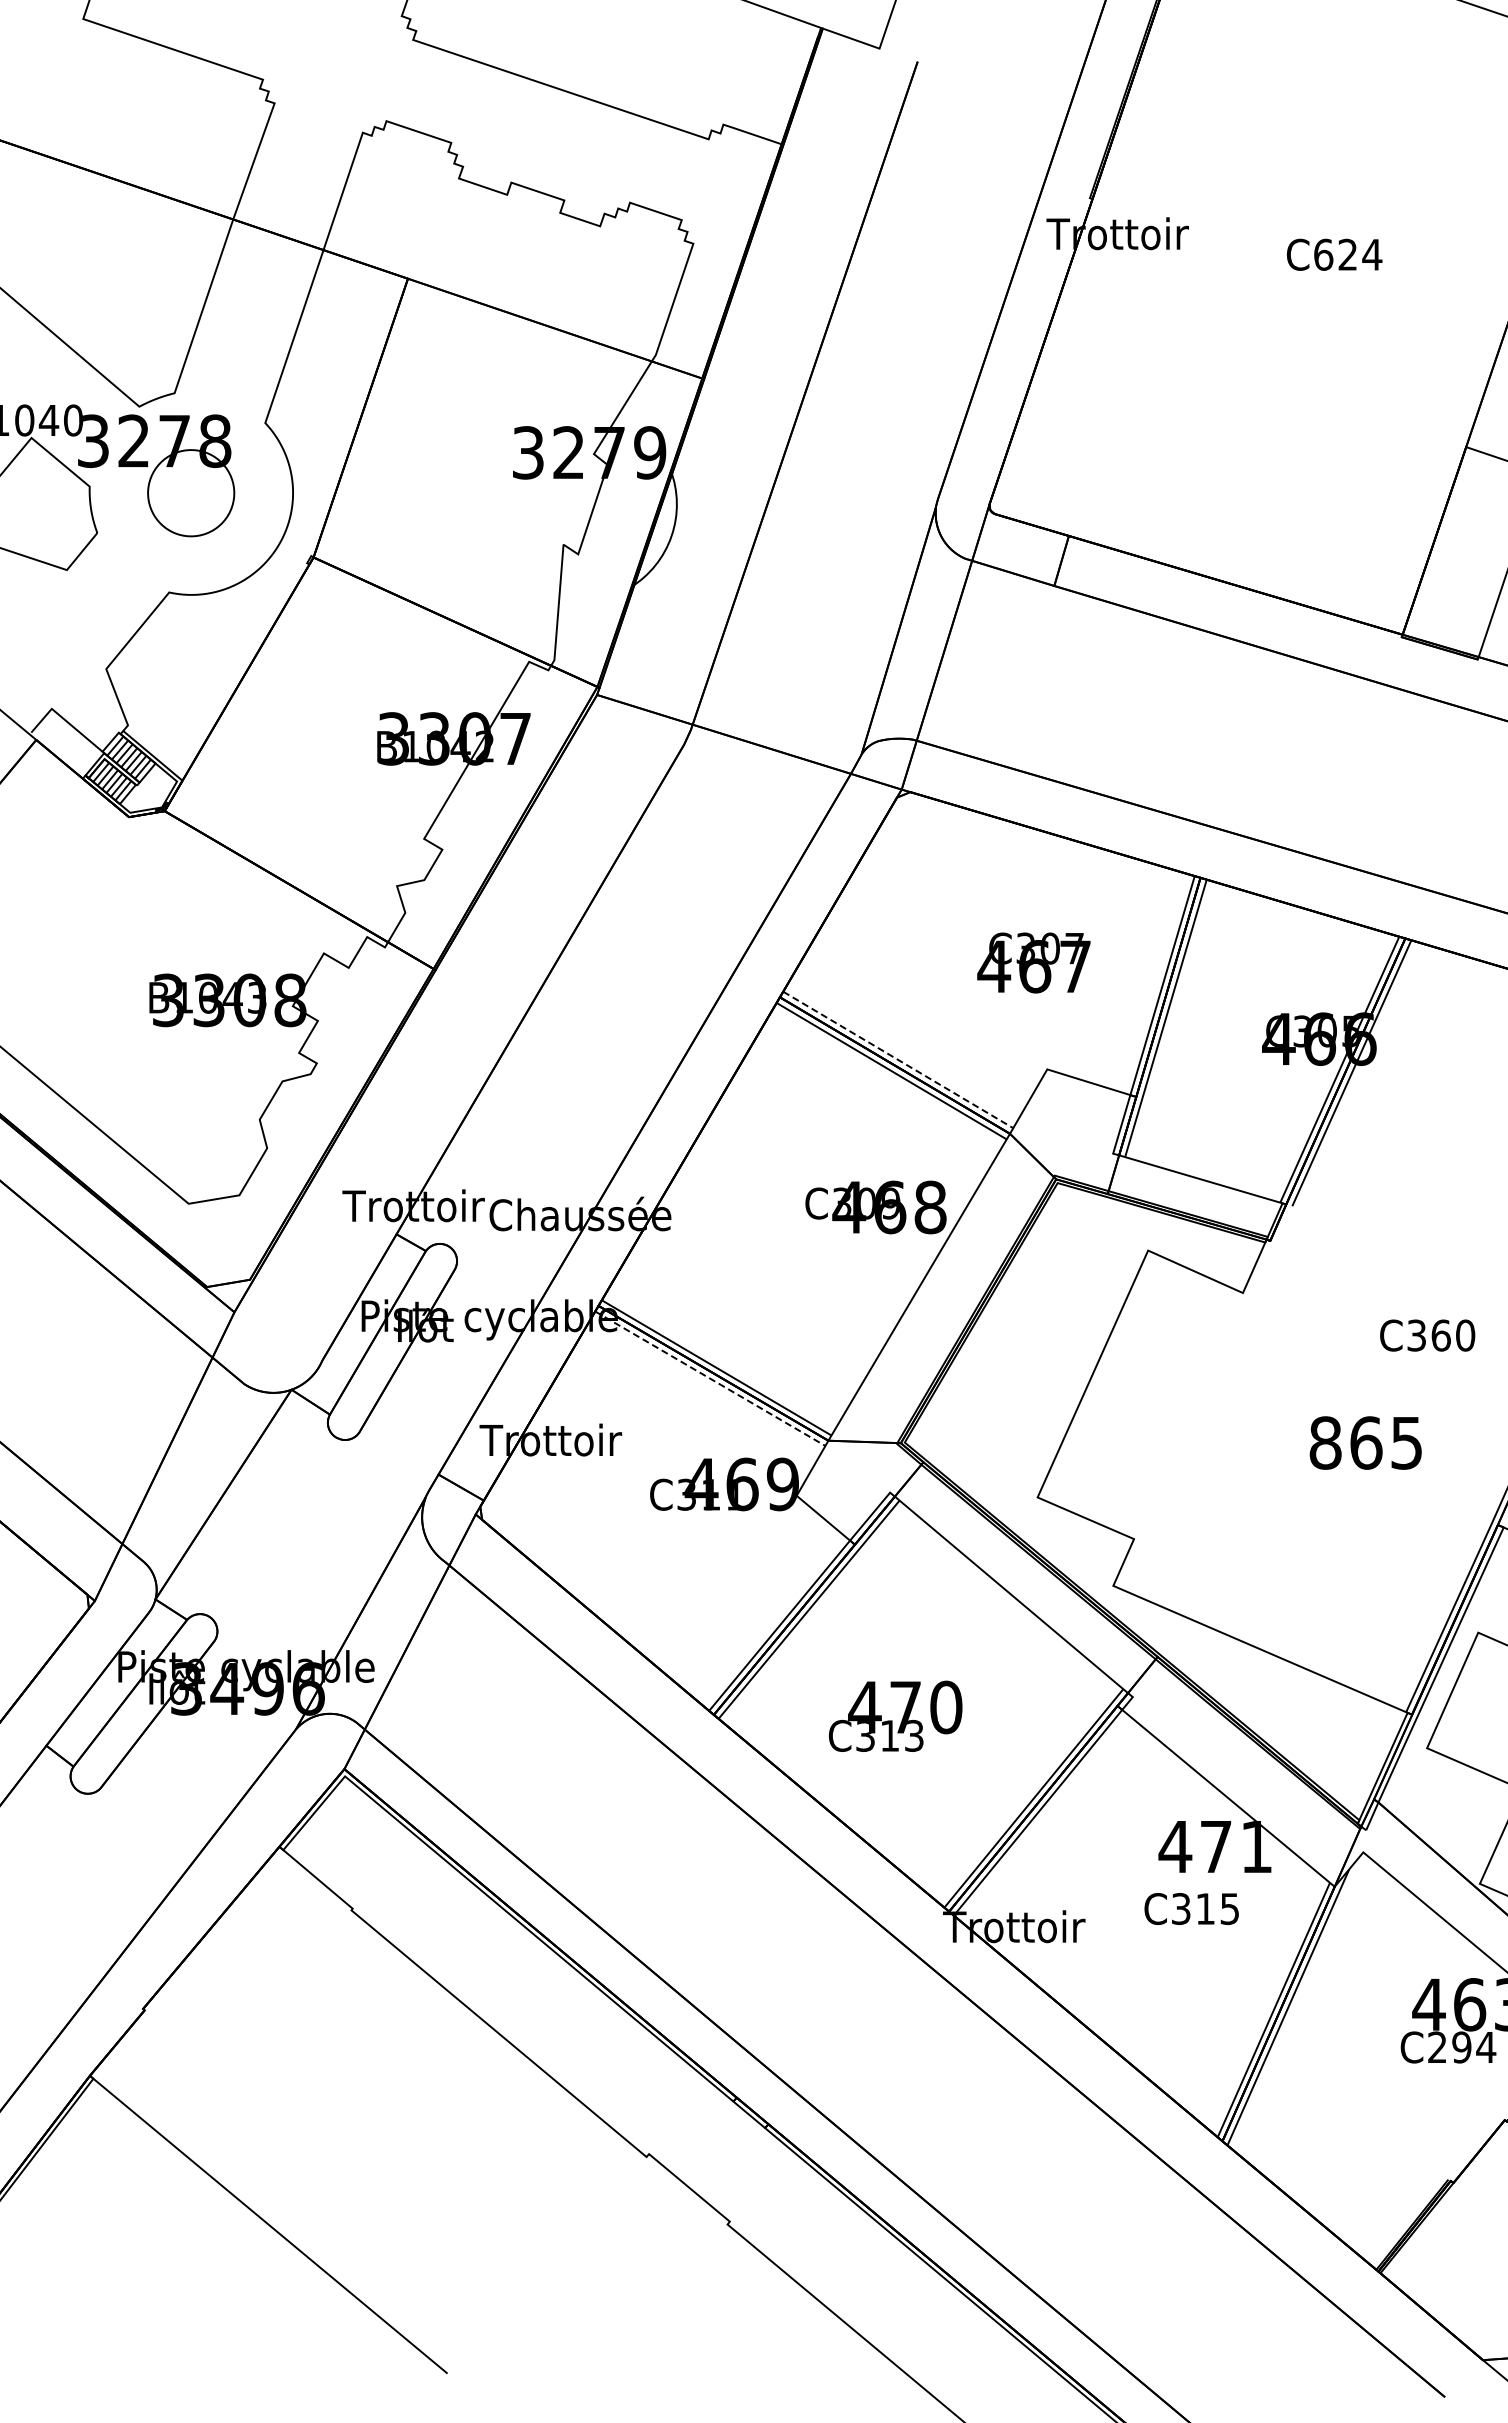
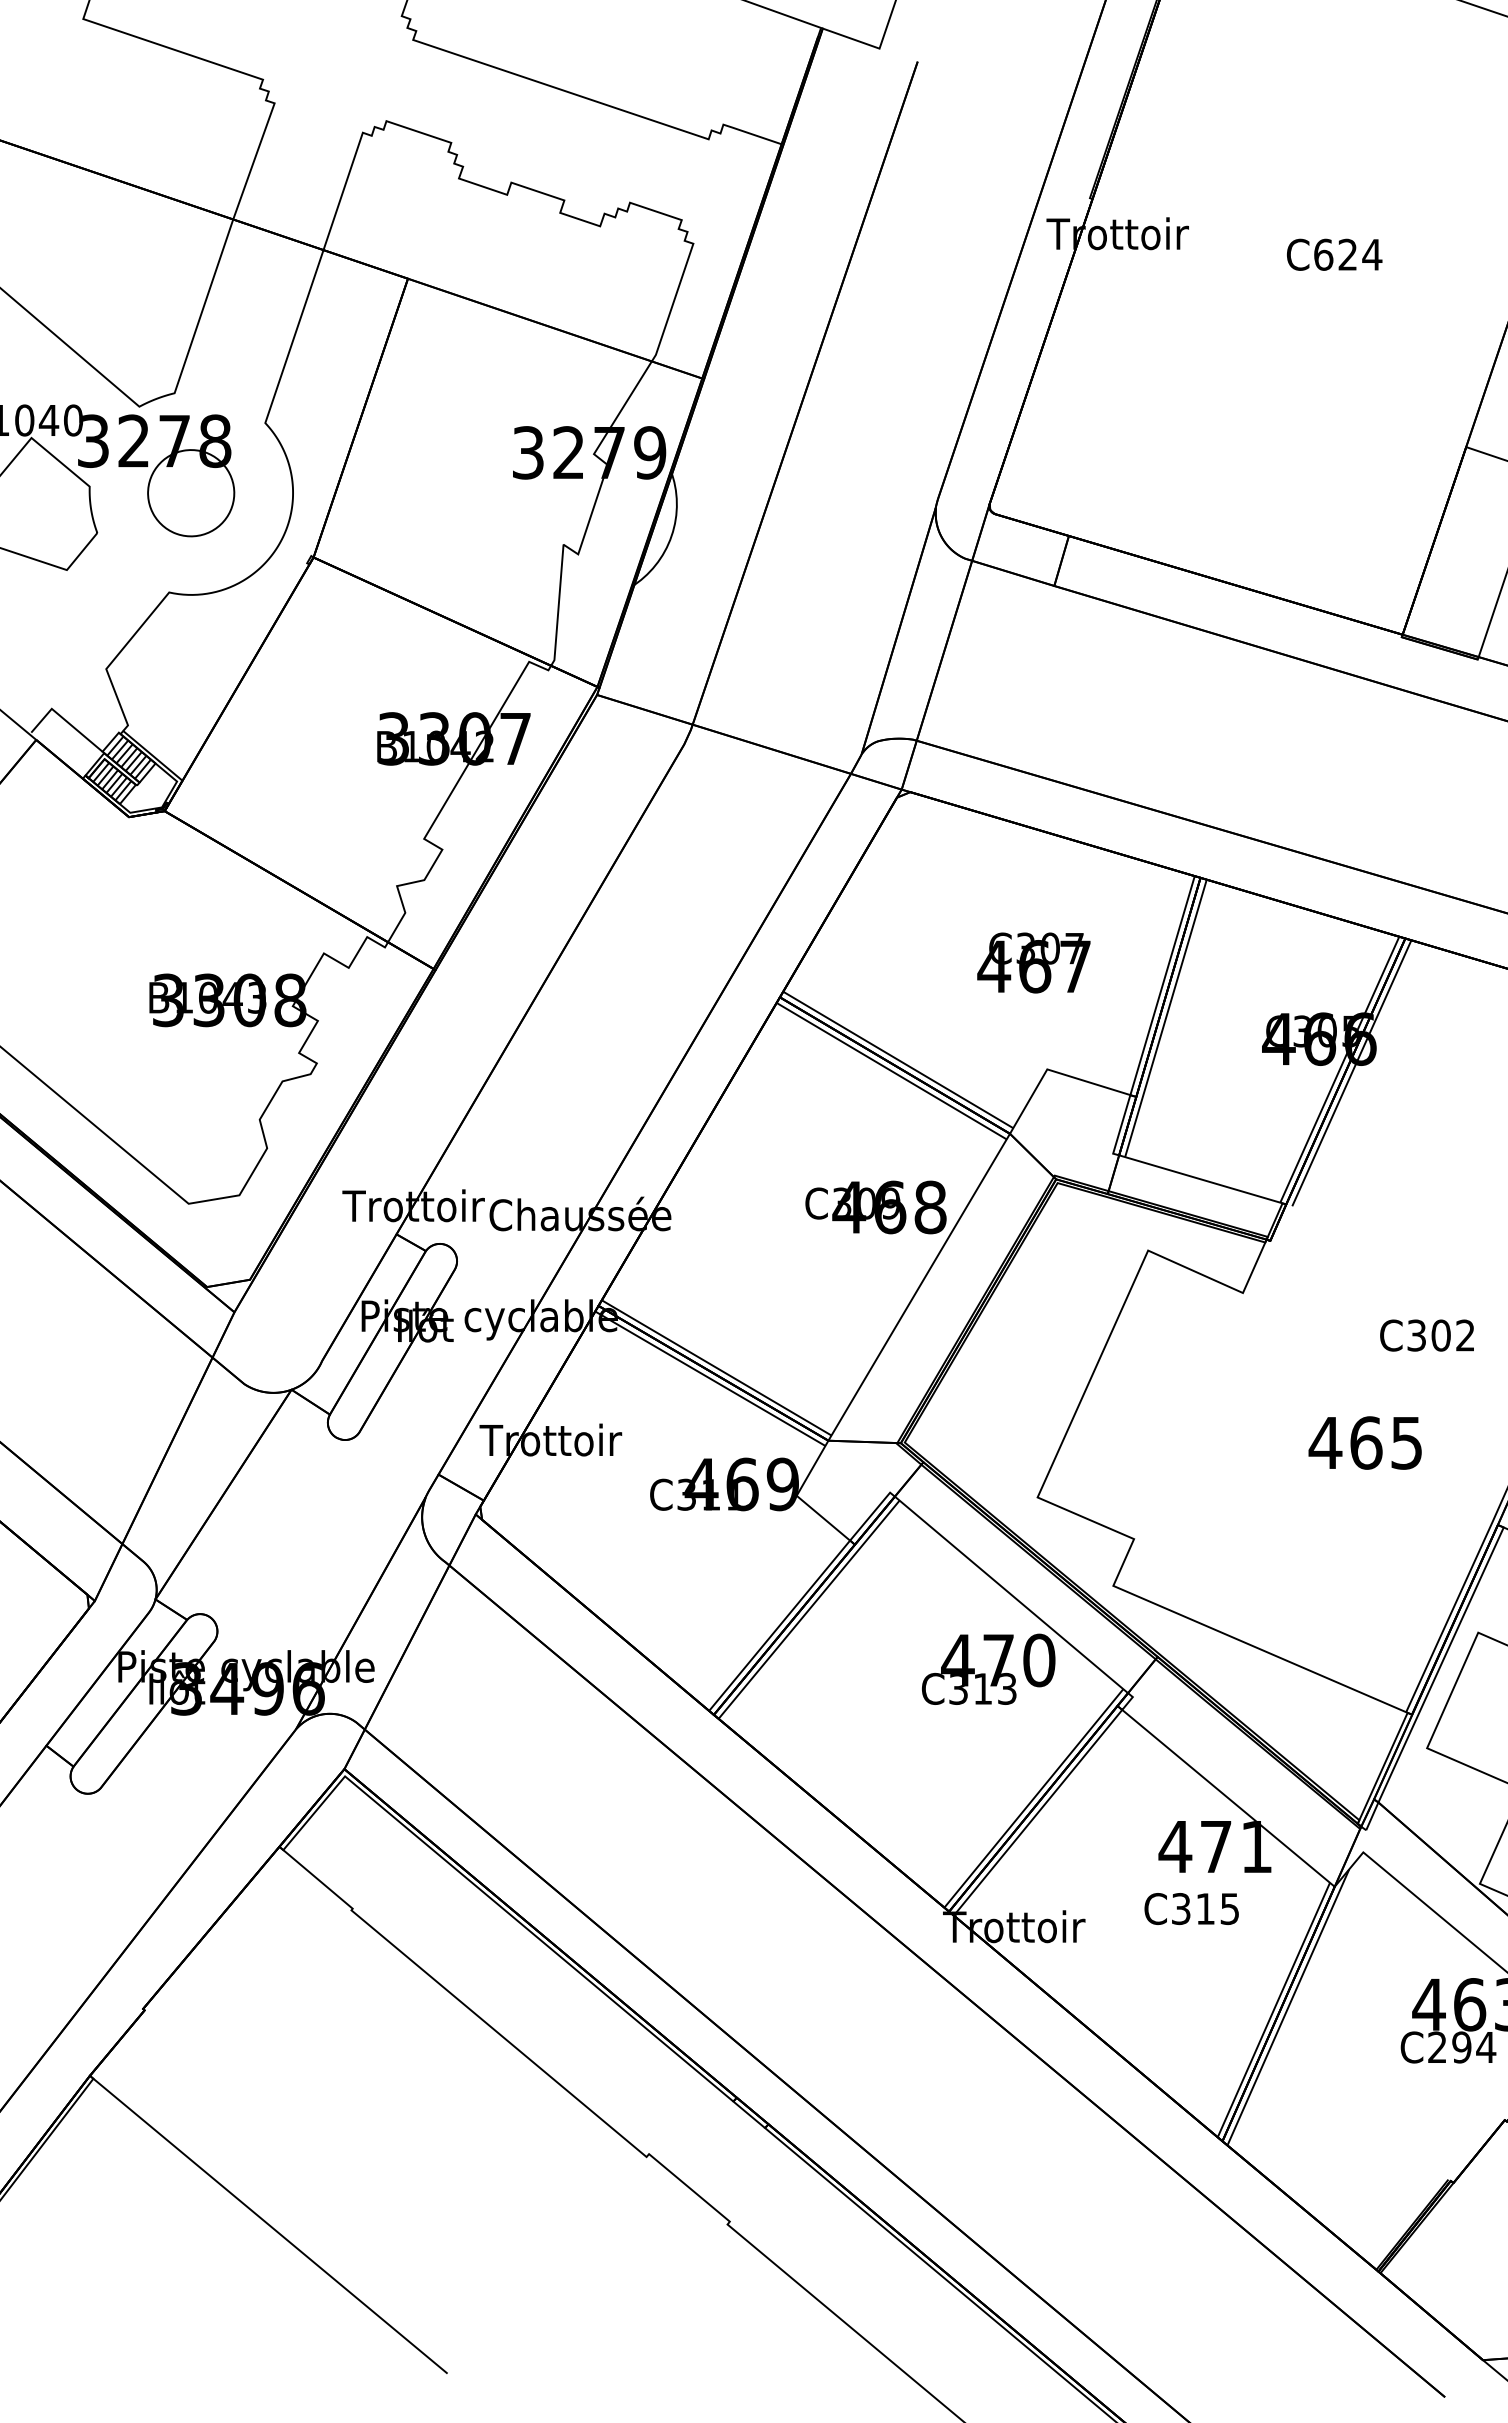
line at (898, 1059): dashed -> solid
text at (1453, 1335): C360 -> C302
line at (710, 1378): dashed -> solid
text at (1325, 1442): 865 -> 465
text at (895, 1715) position: (895, 1715) -> (988, 1668)
